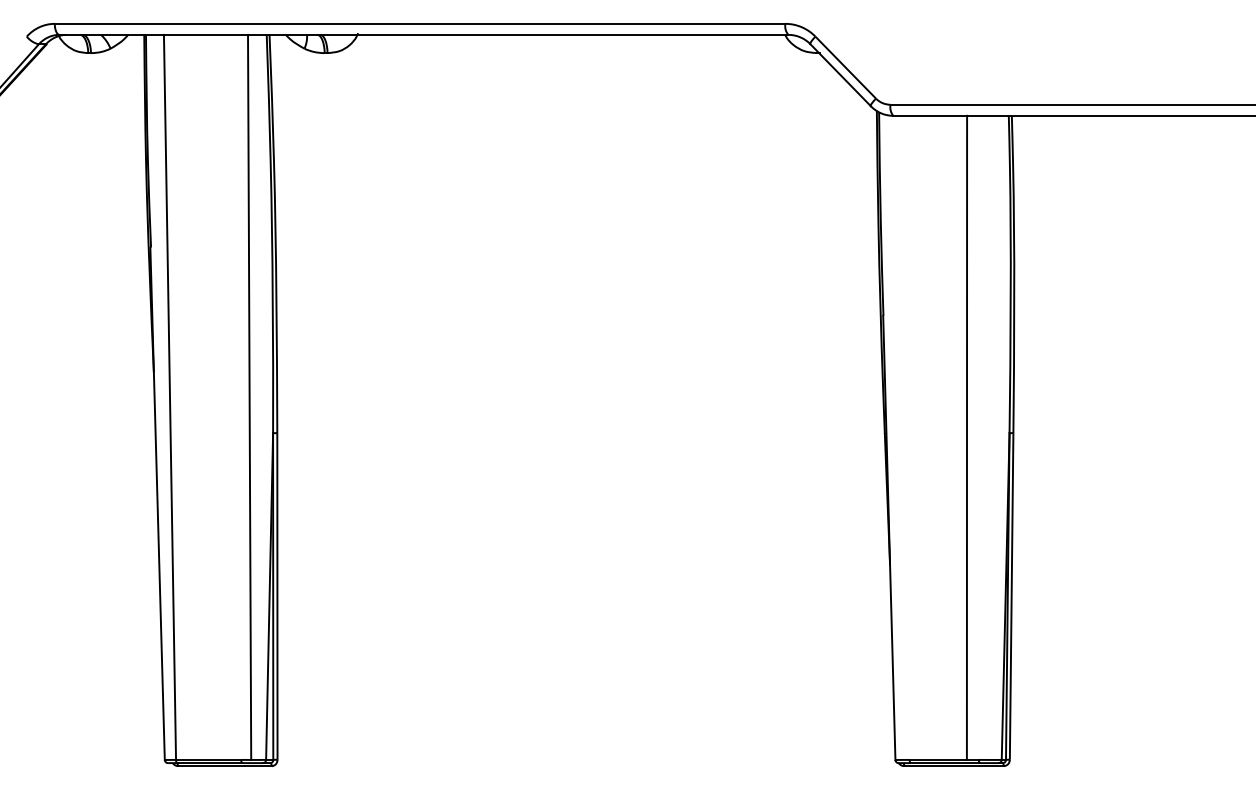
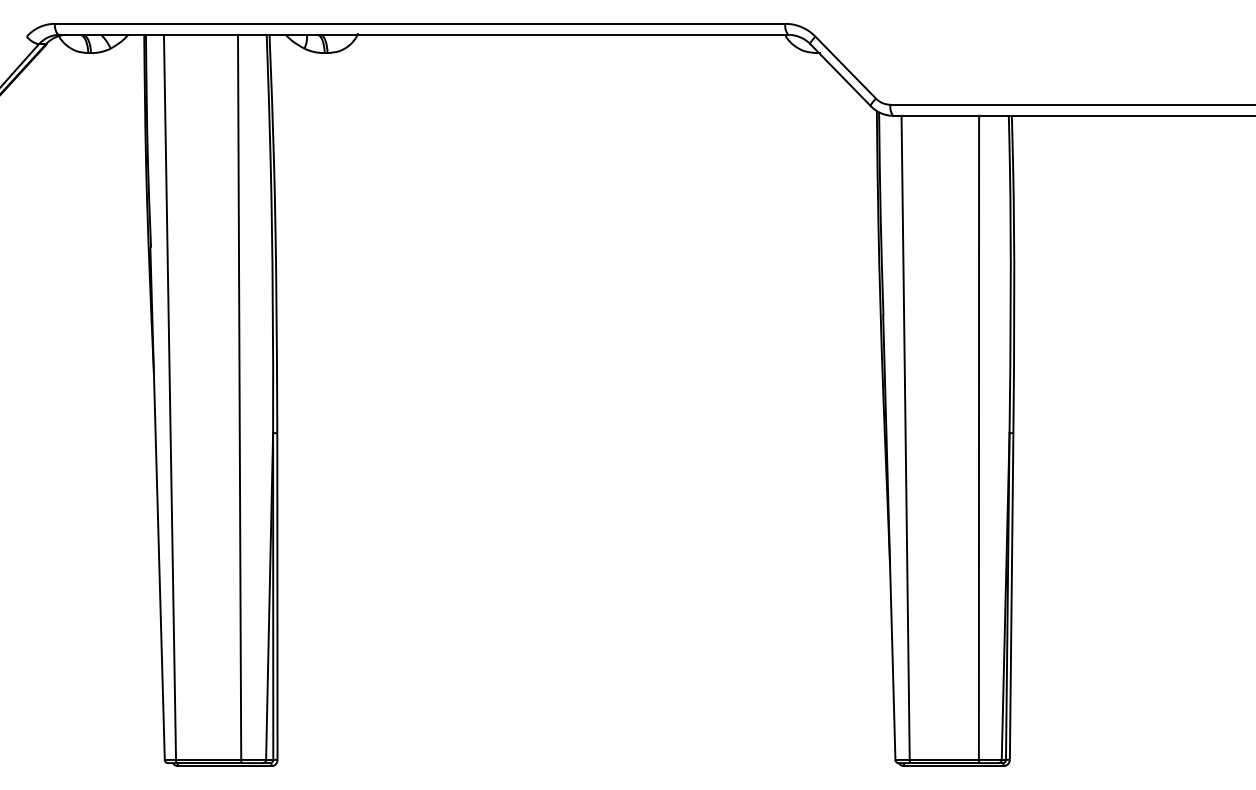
line at (249, 396) position: (249, 396) -> (239, 396)
line at (905, 437): none -> present
line at (966, 437) position: (966, 437) -> (978, 437)
